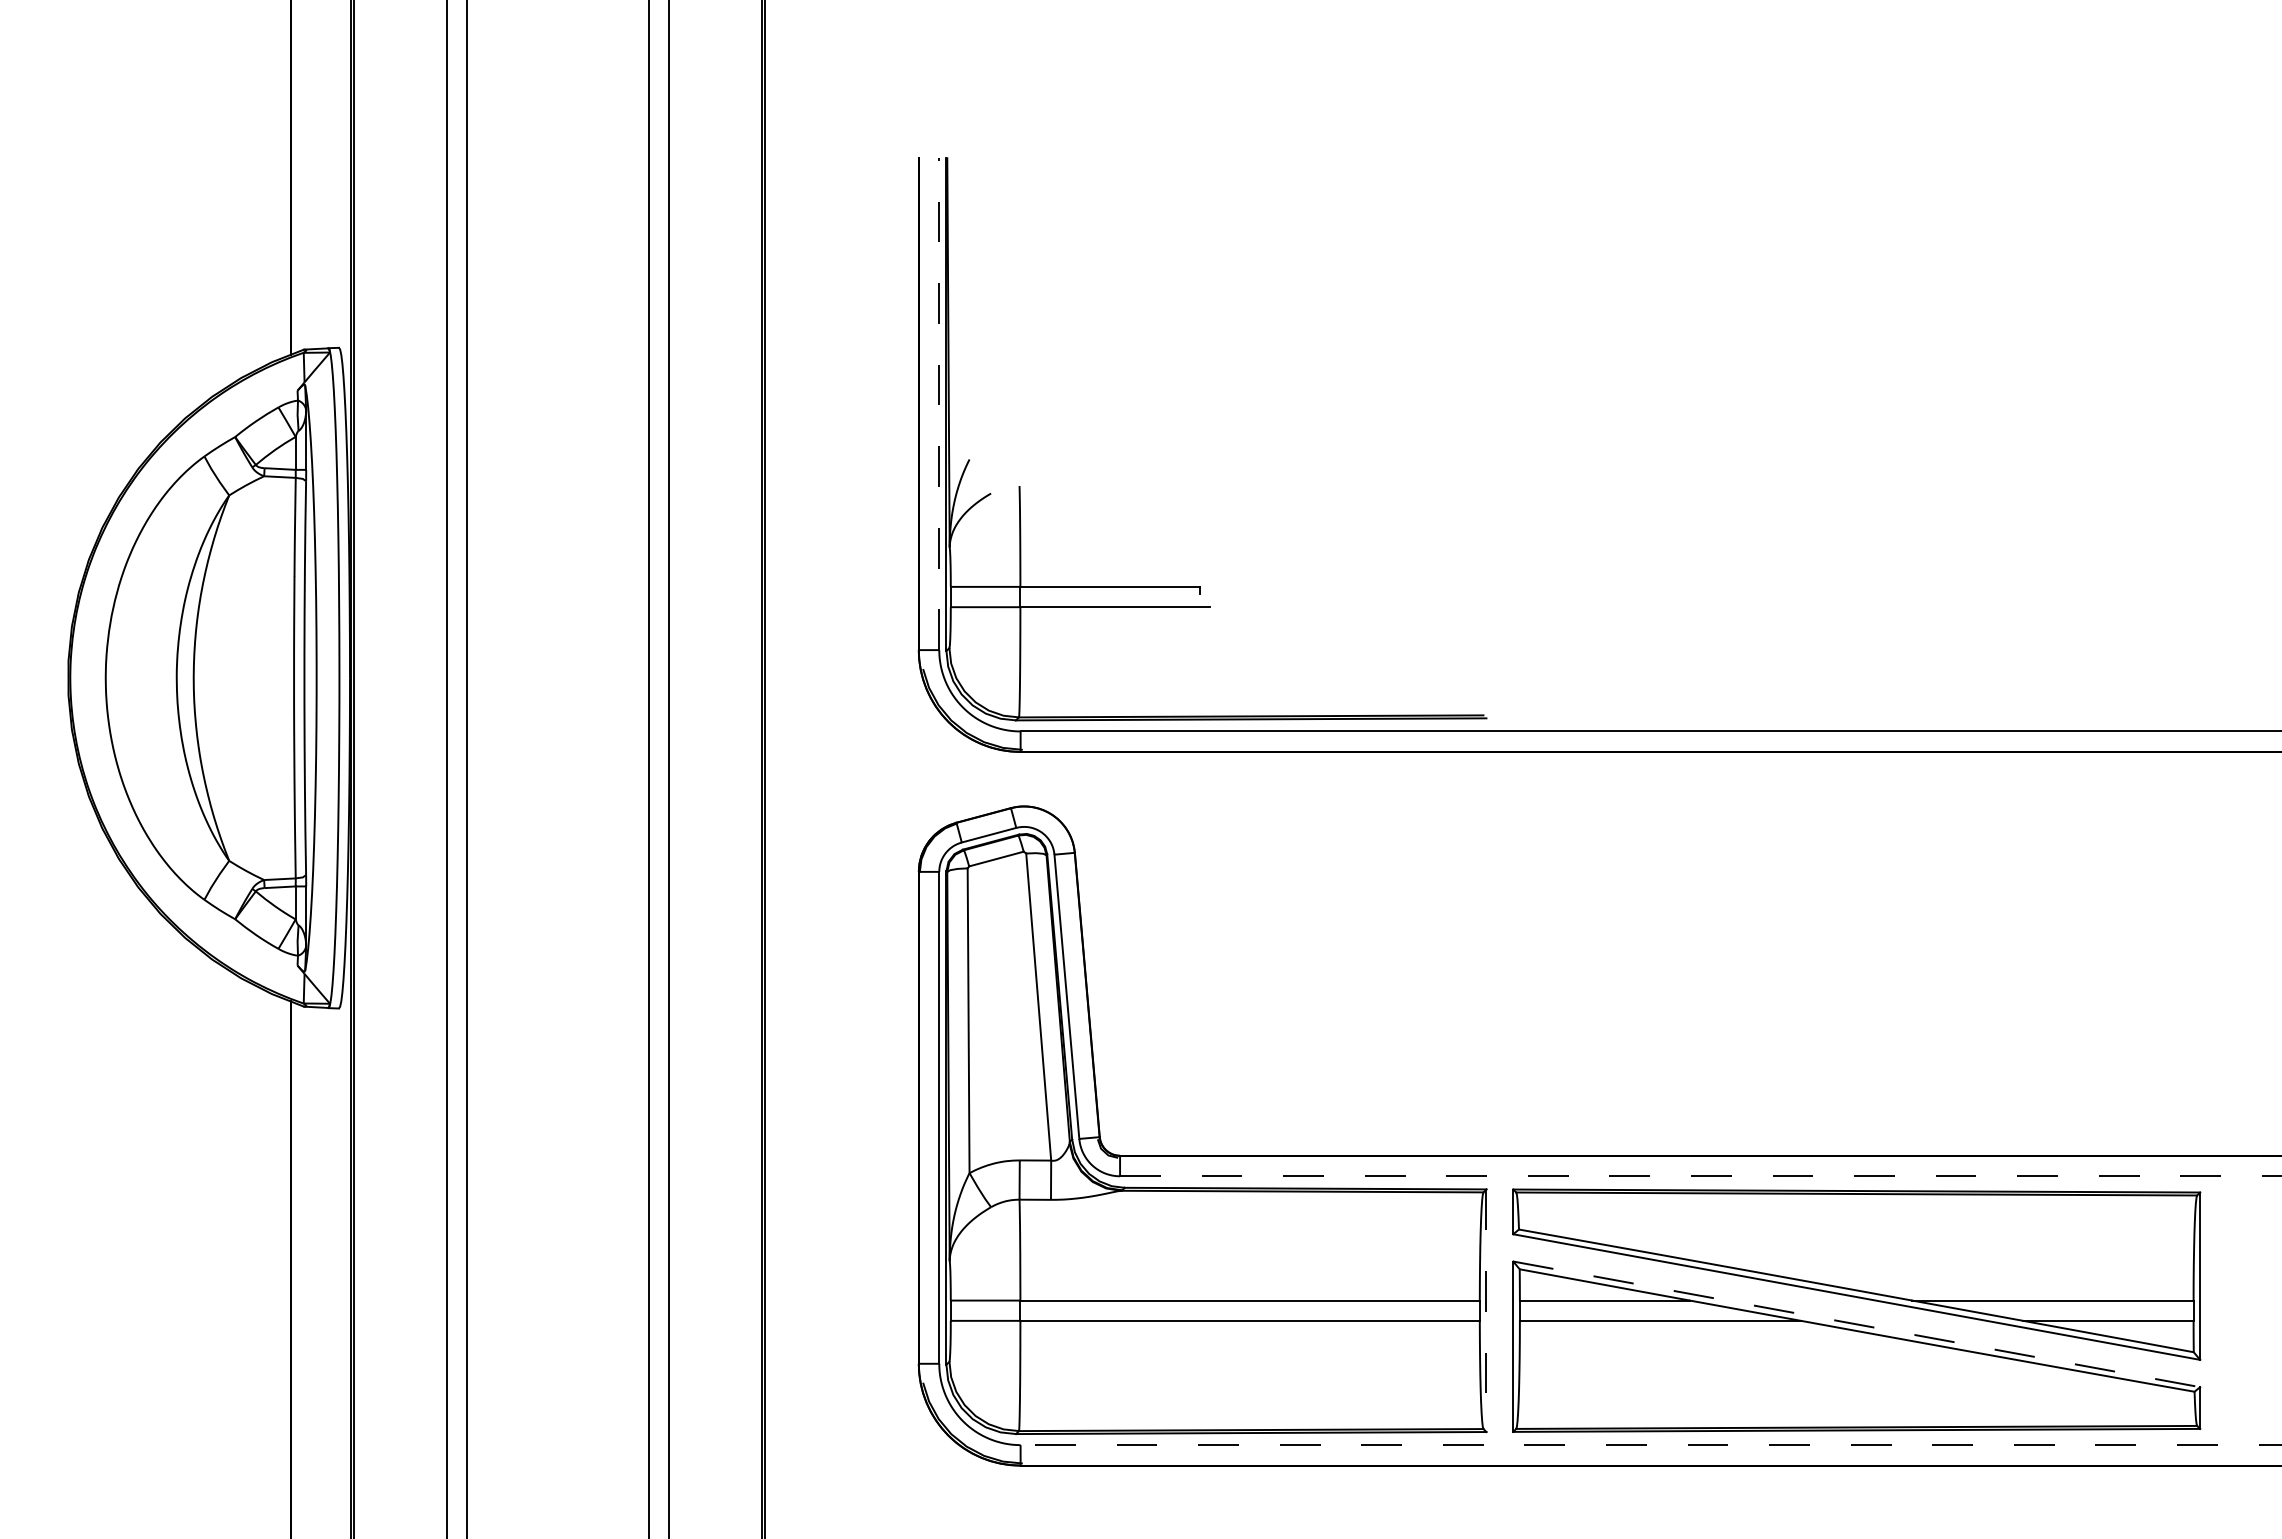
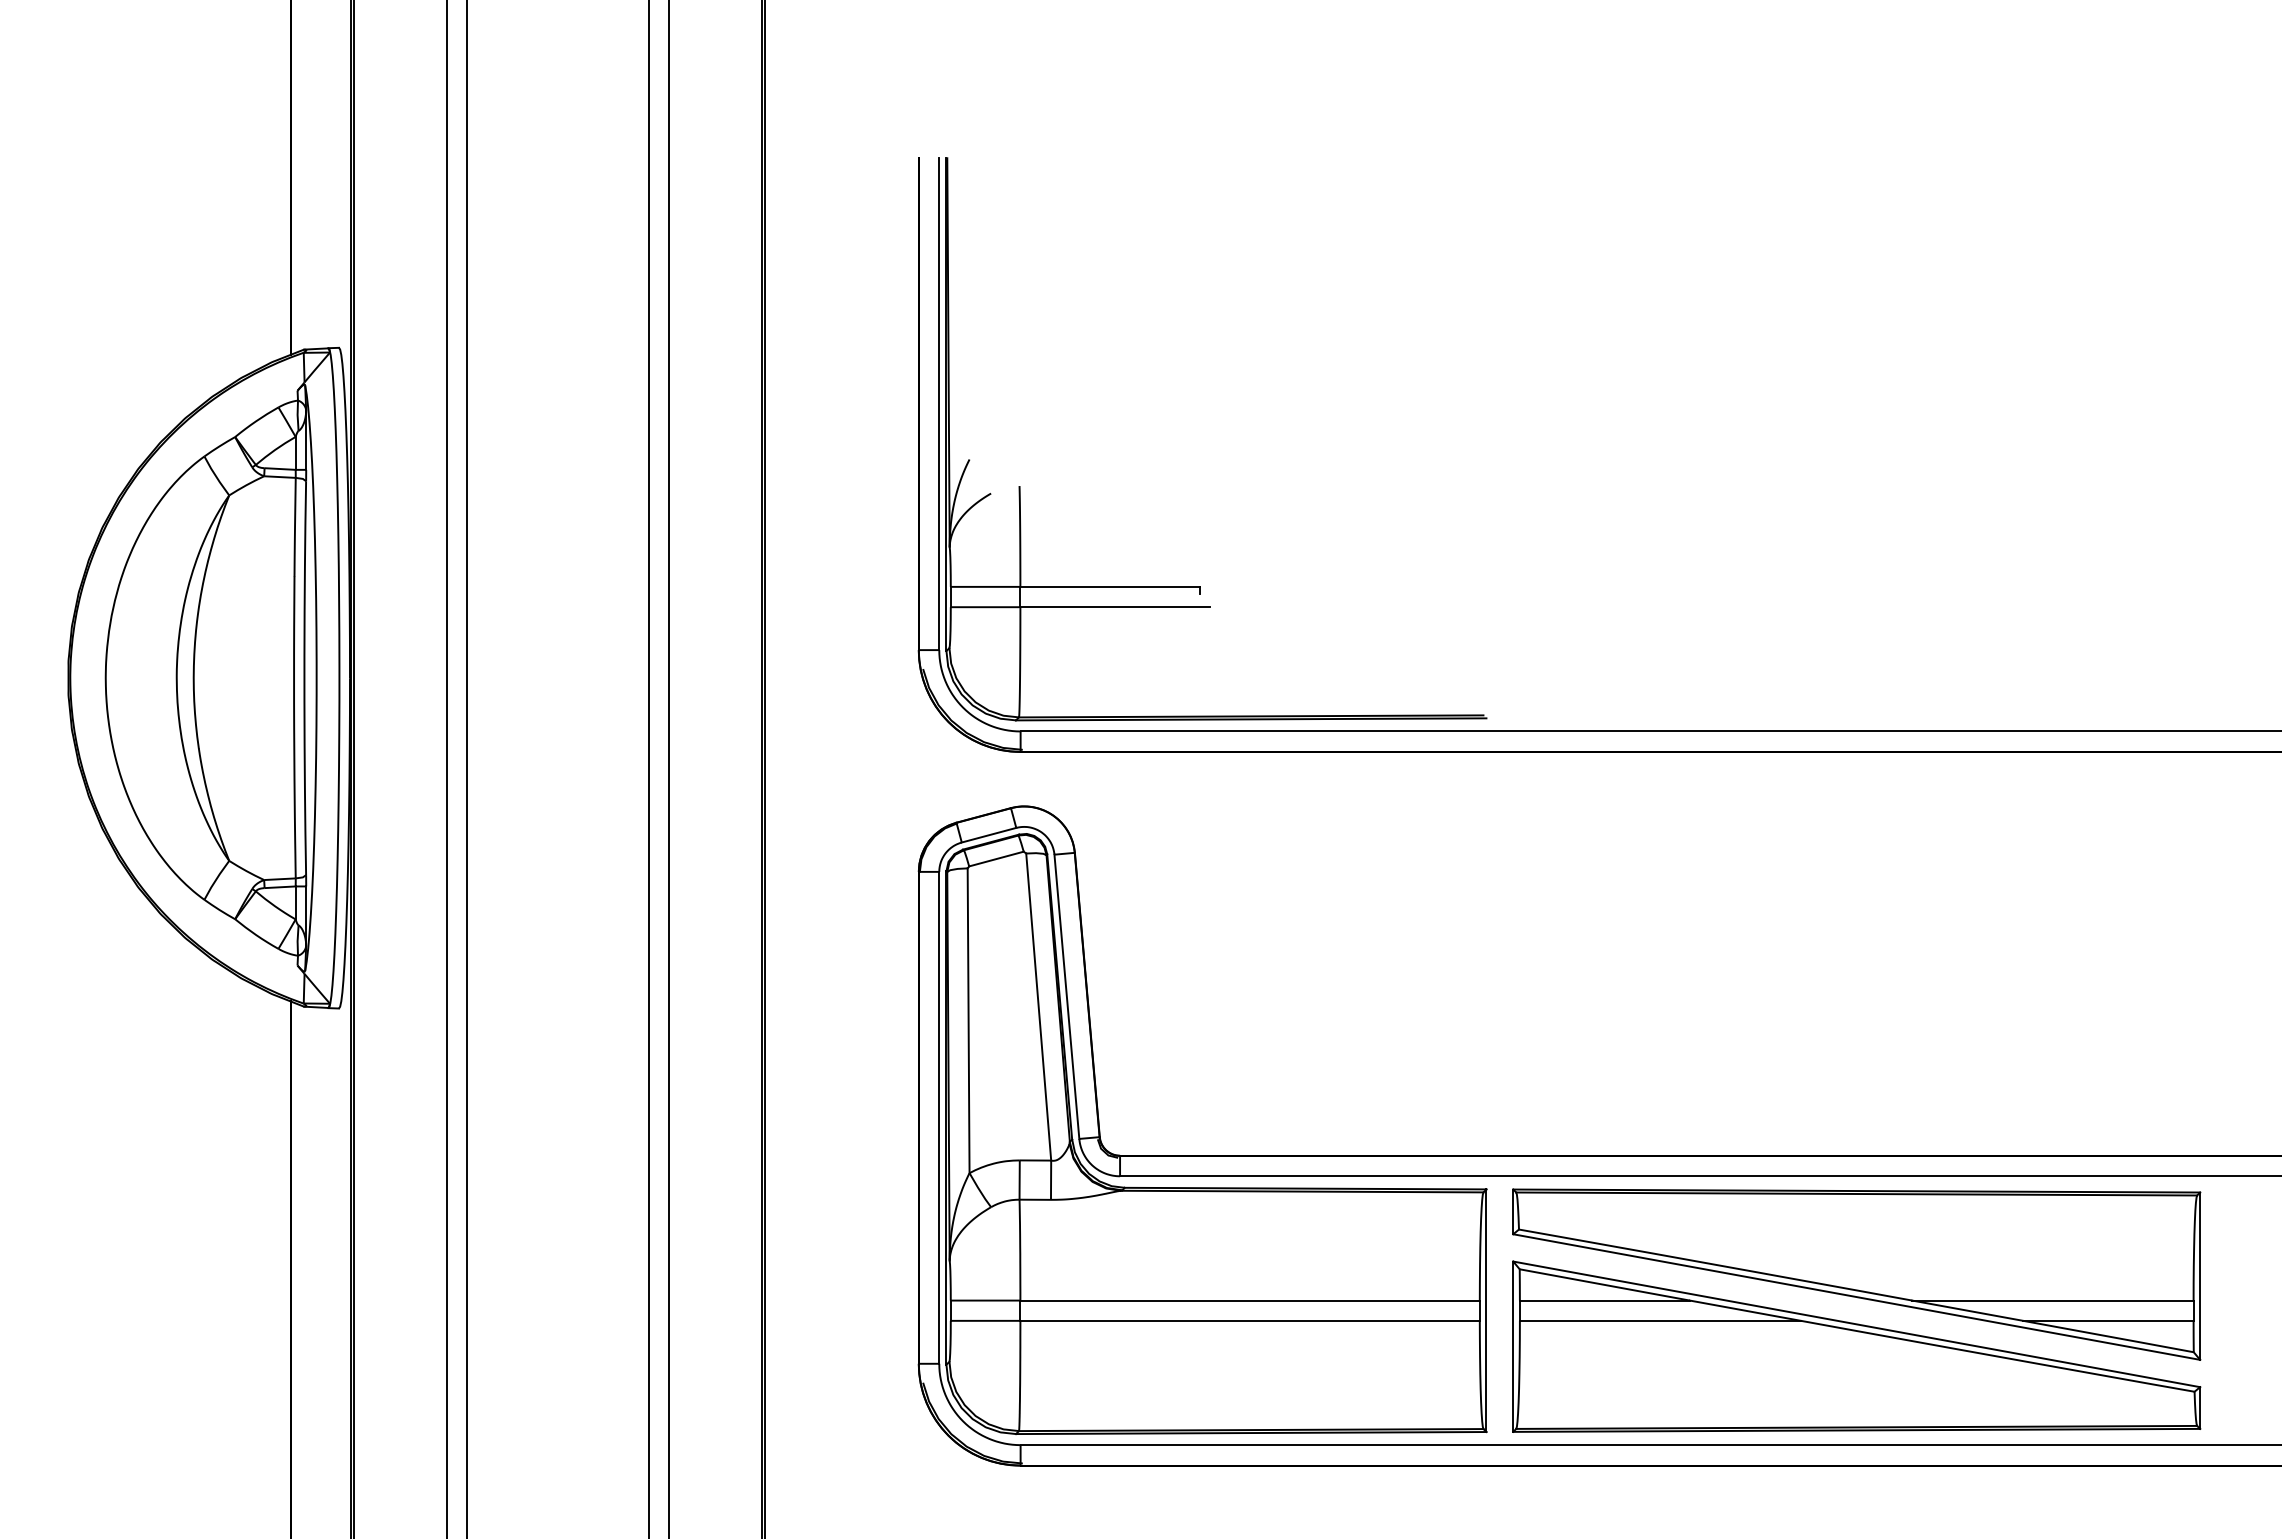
line at (939, 404): dashed -> solid
line at (1700, 1176): dashed -> solid
line at (1486, 1311): dashed -> solid
line at (1857, 1324): dashed -> solid
line at (1650, 1445): dashed -> solid
